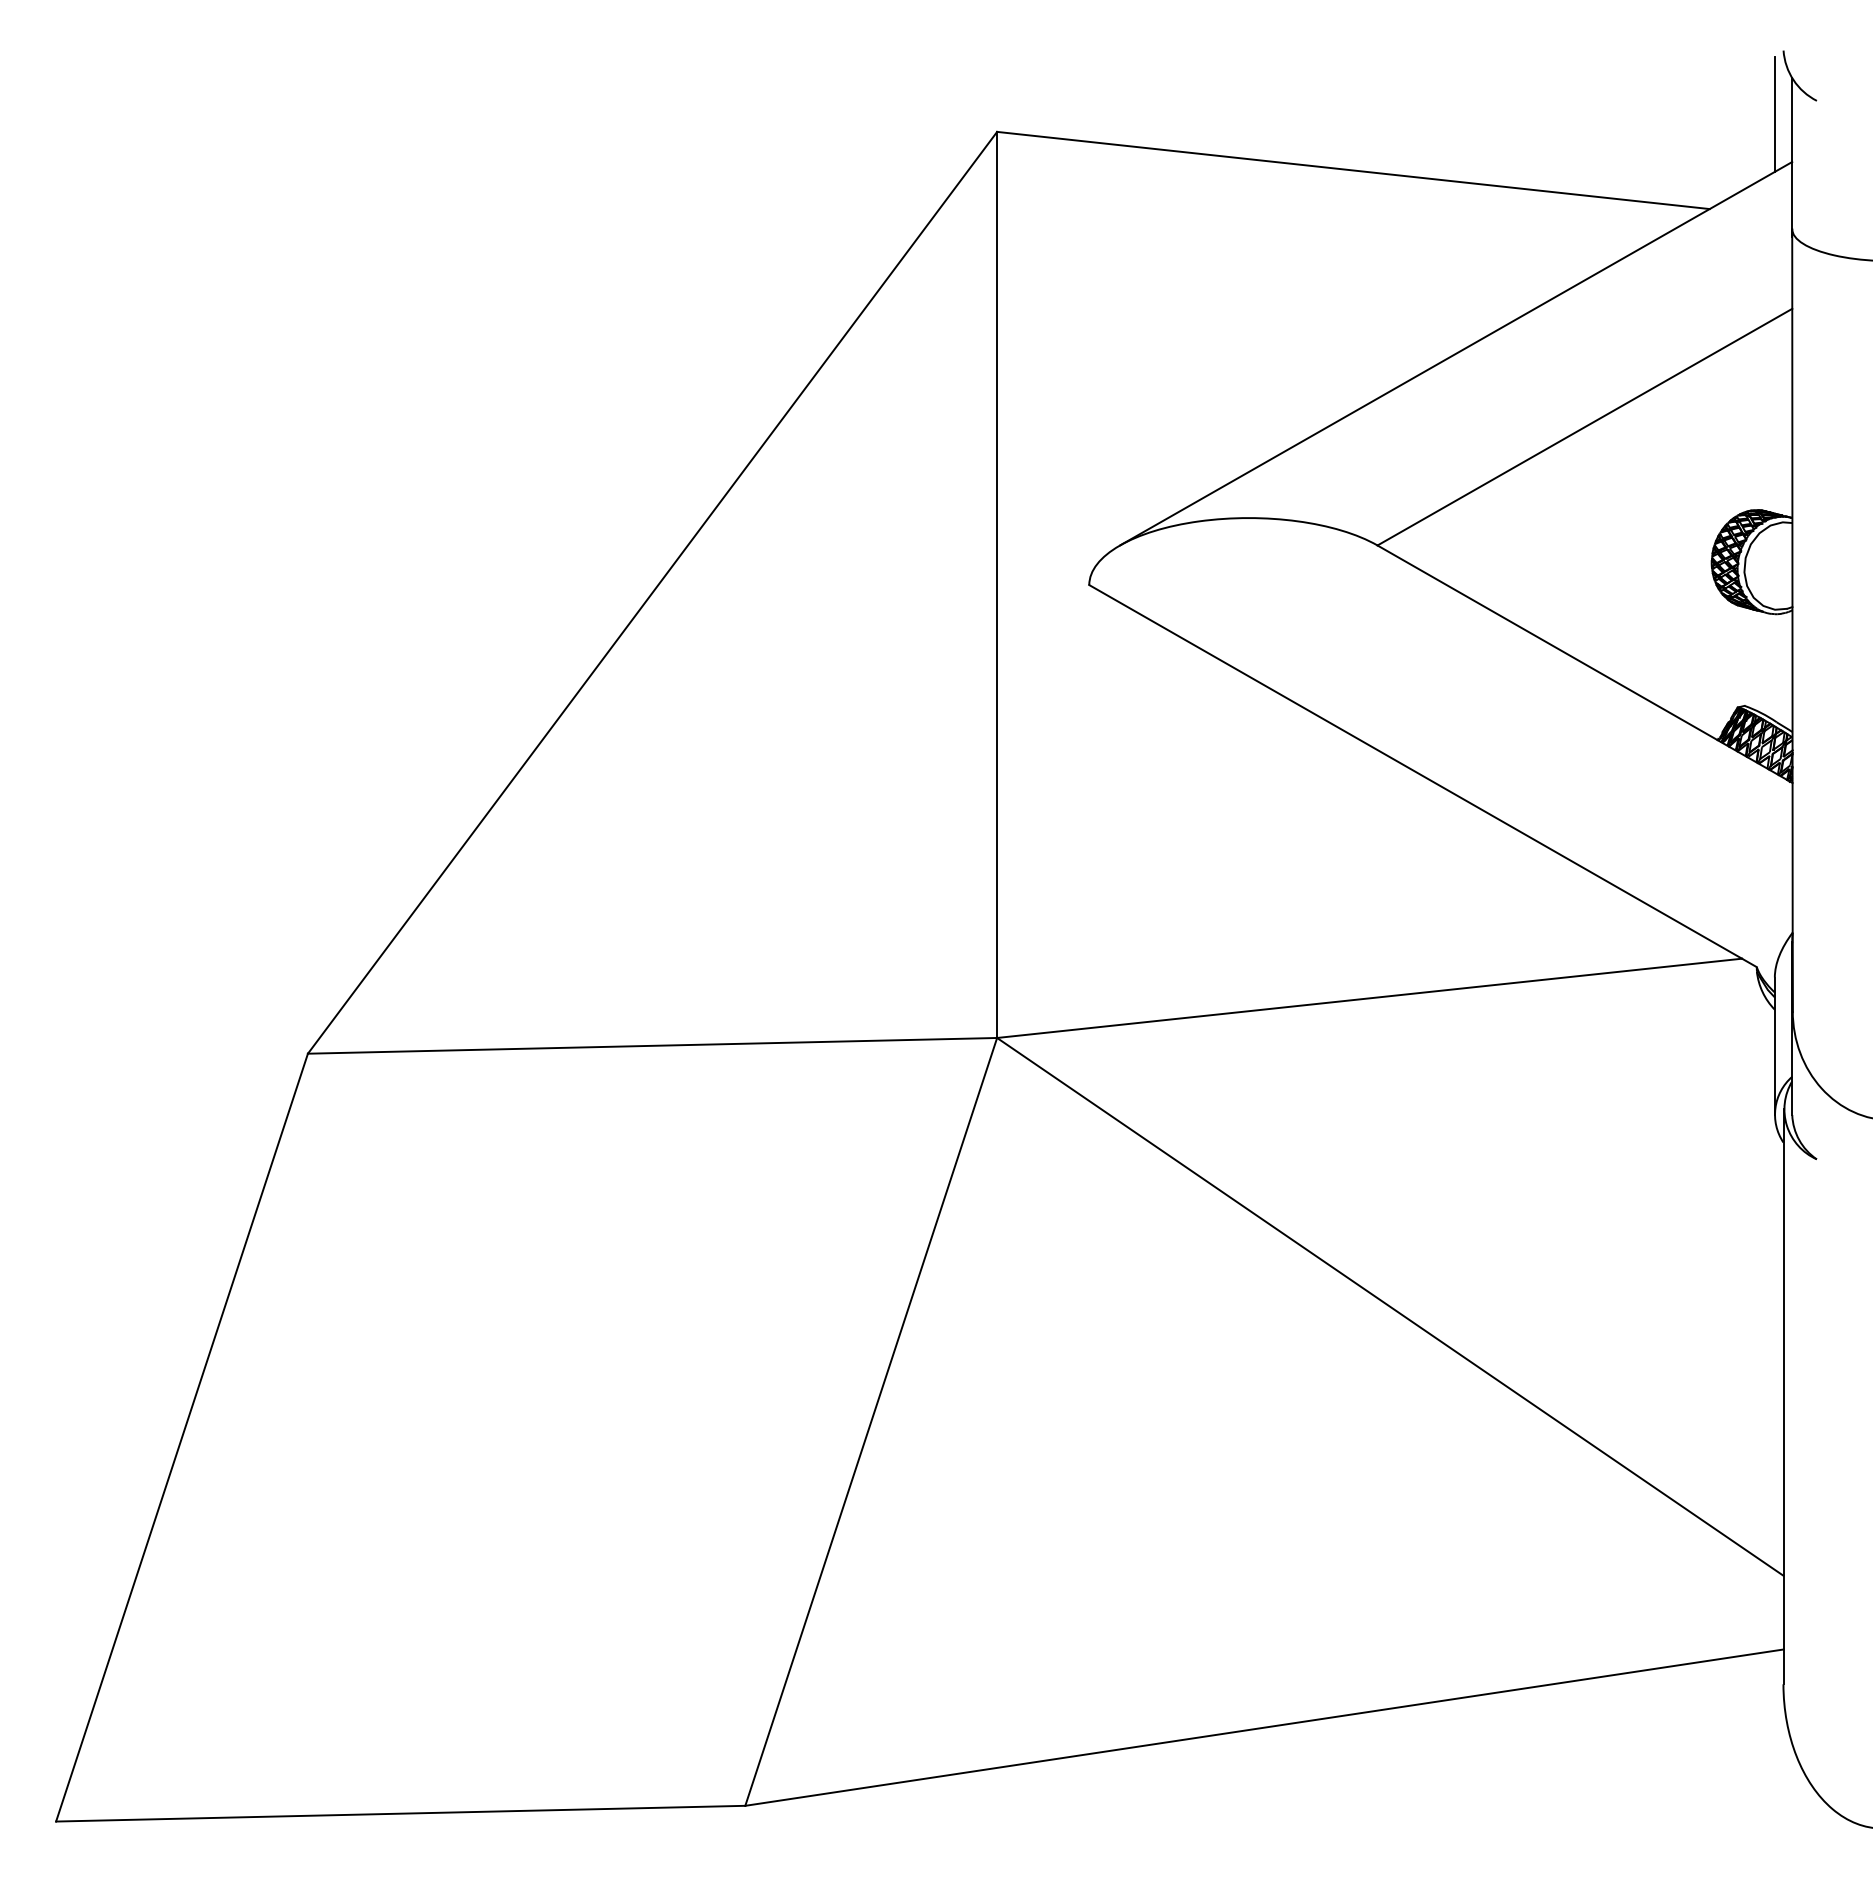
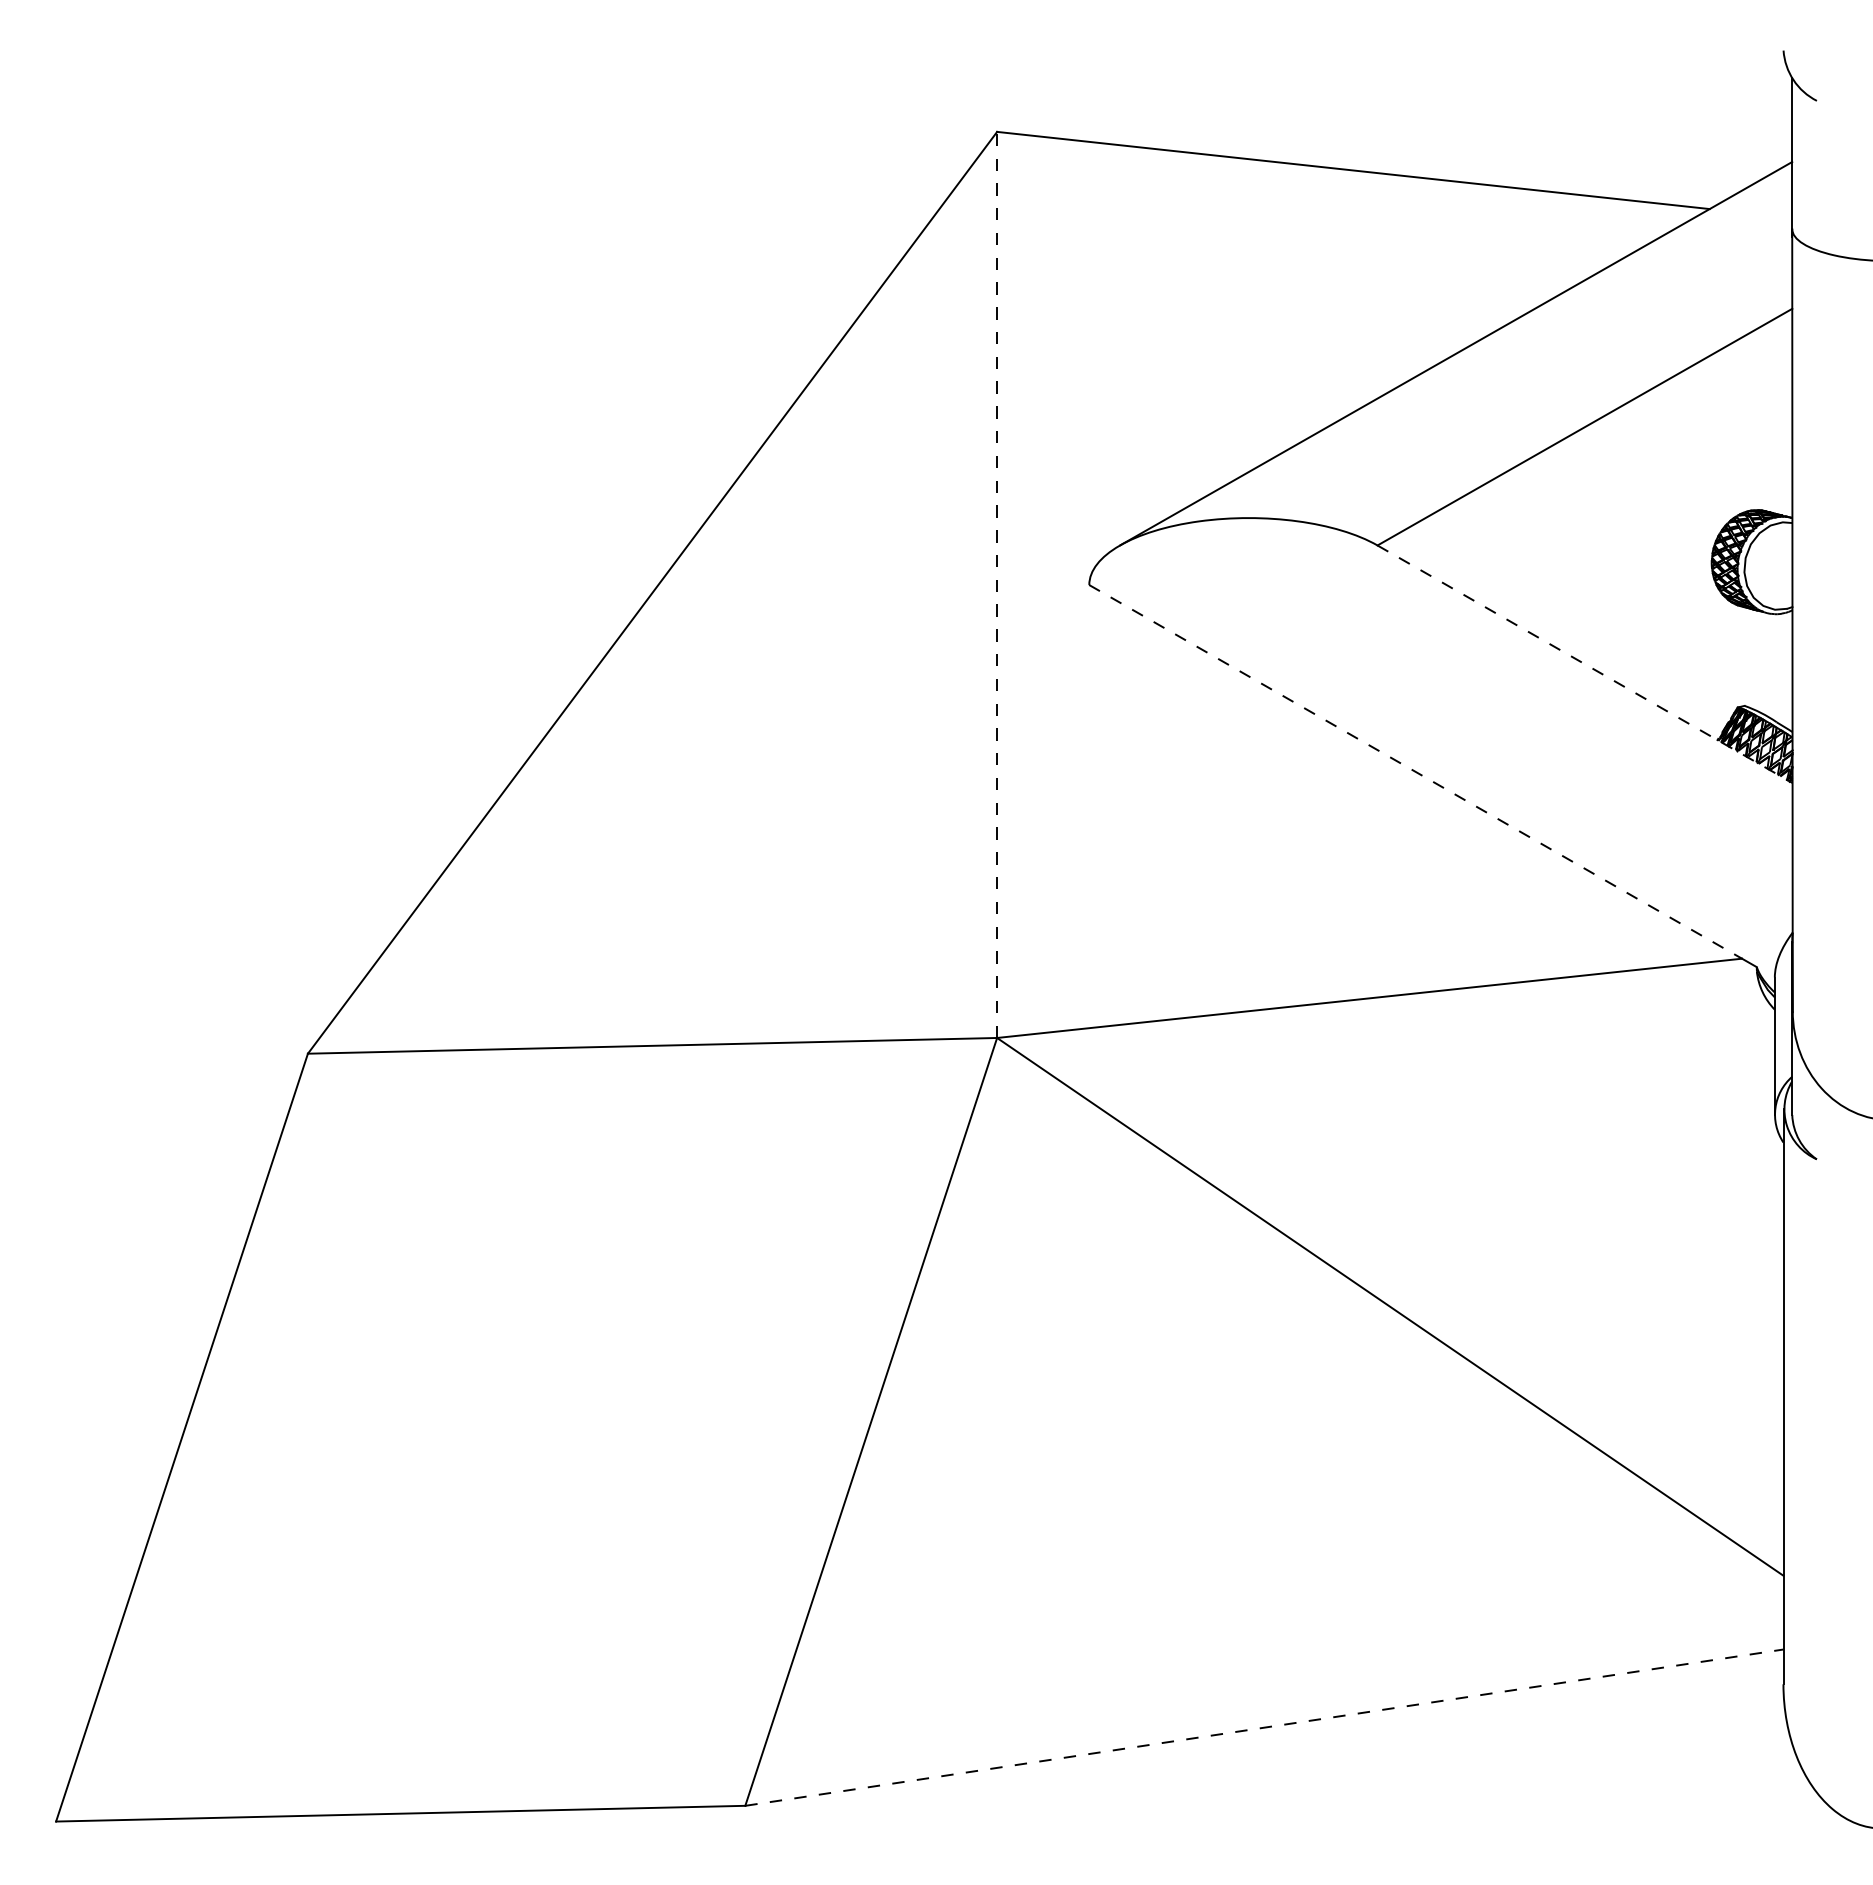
line at (1774, 114): present -> none
line at (997, 584): solid -> dashed
line at (1585, 664): solid -> dashed
line at (1416, 772): solid -> dashed
line at (1264, 1727): solid -> dashed
